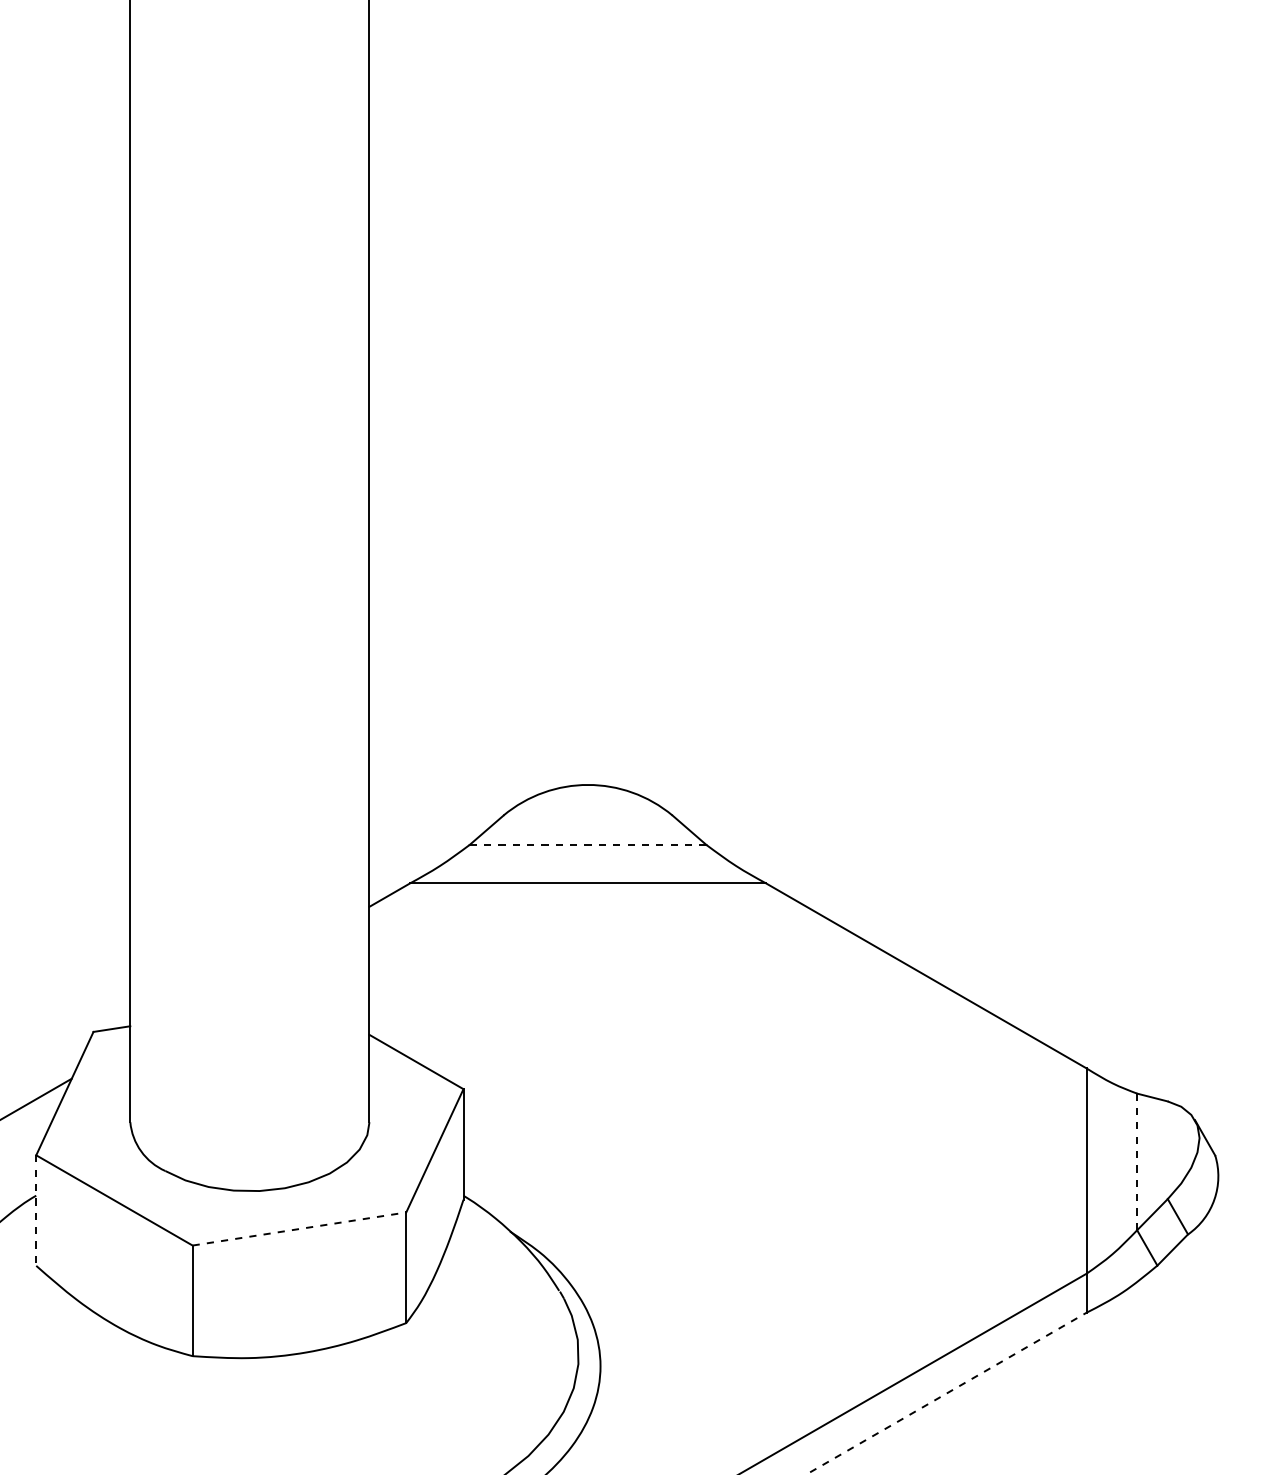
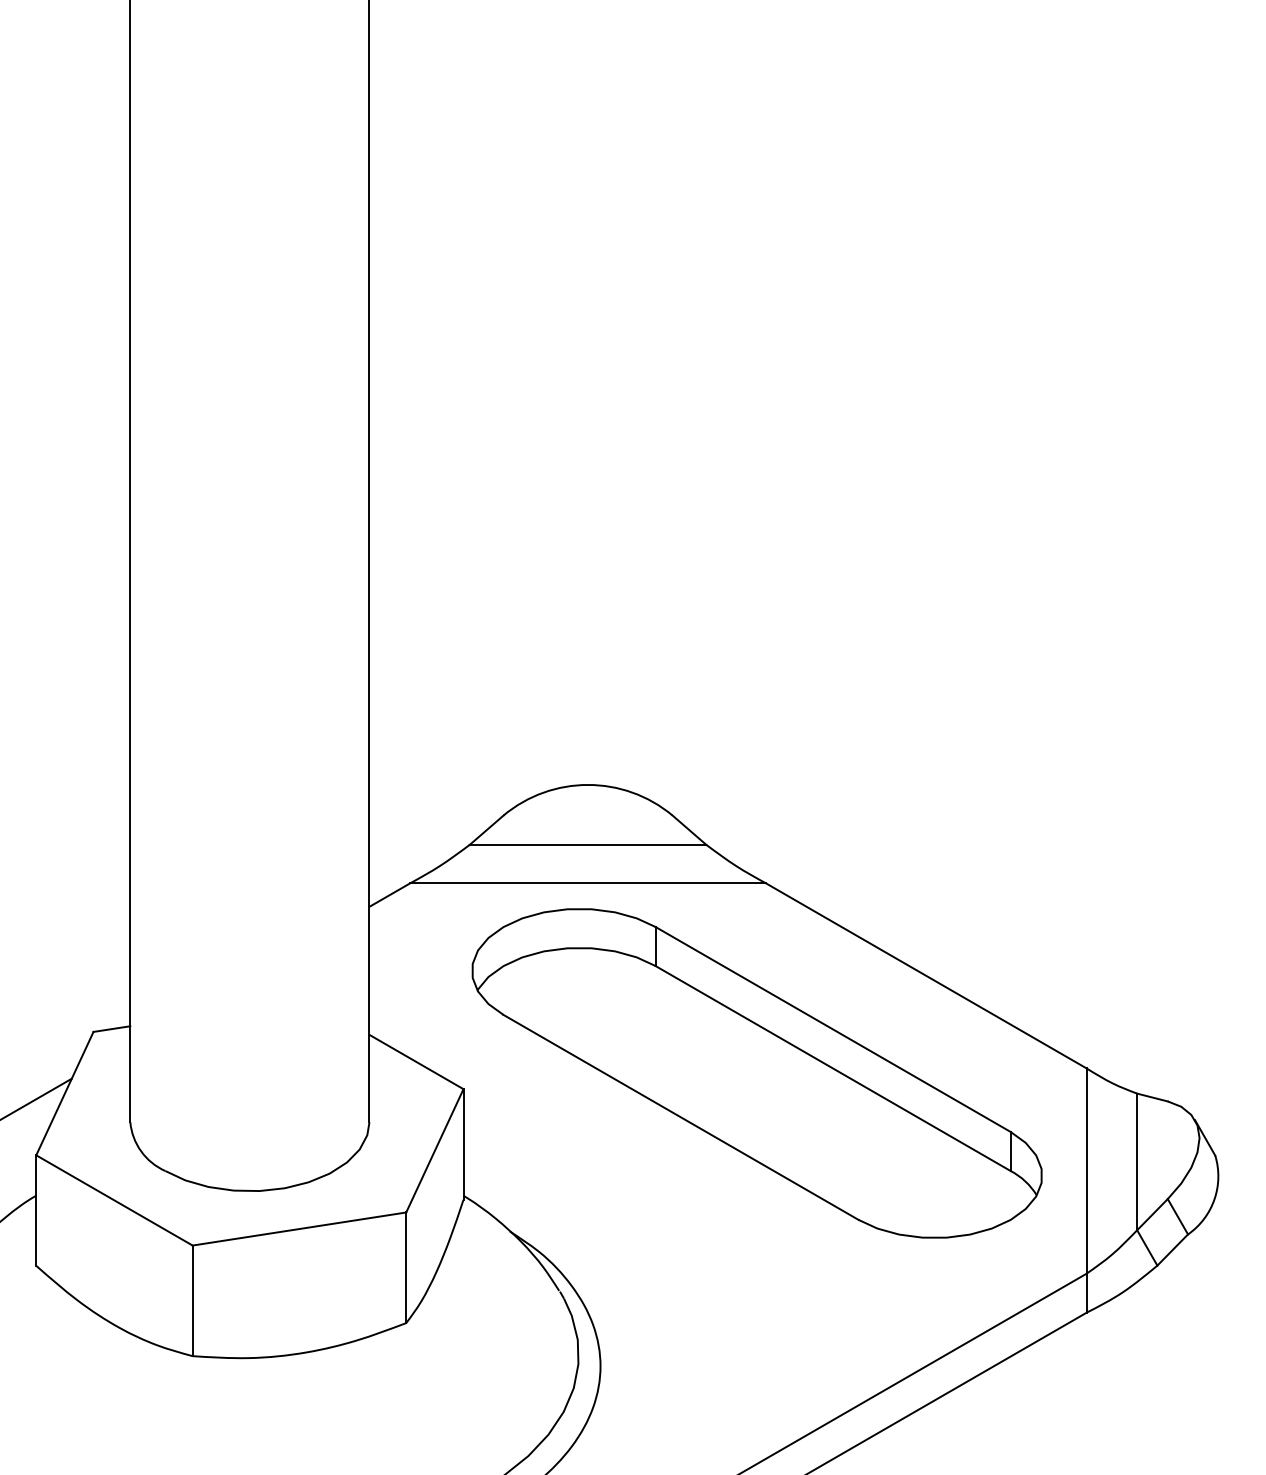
line at (588, 844): dashed -> solid
part at (756, 1073): none -> present
line at (1137, 1162): dashed -> solid
line at (36, 1211): dashed -> solid
line at (299, 1228): dashed -> solid
line at (946, 1393): dashed -> solid
